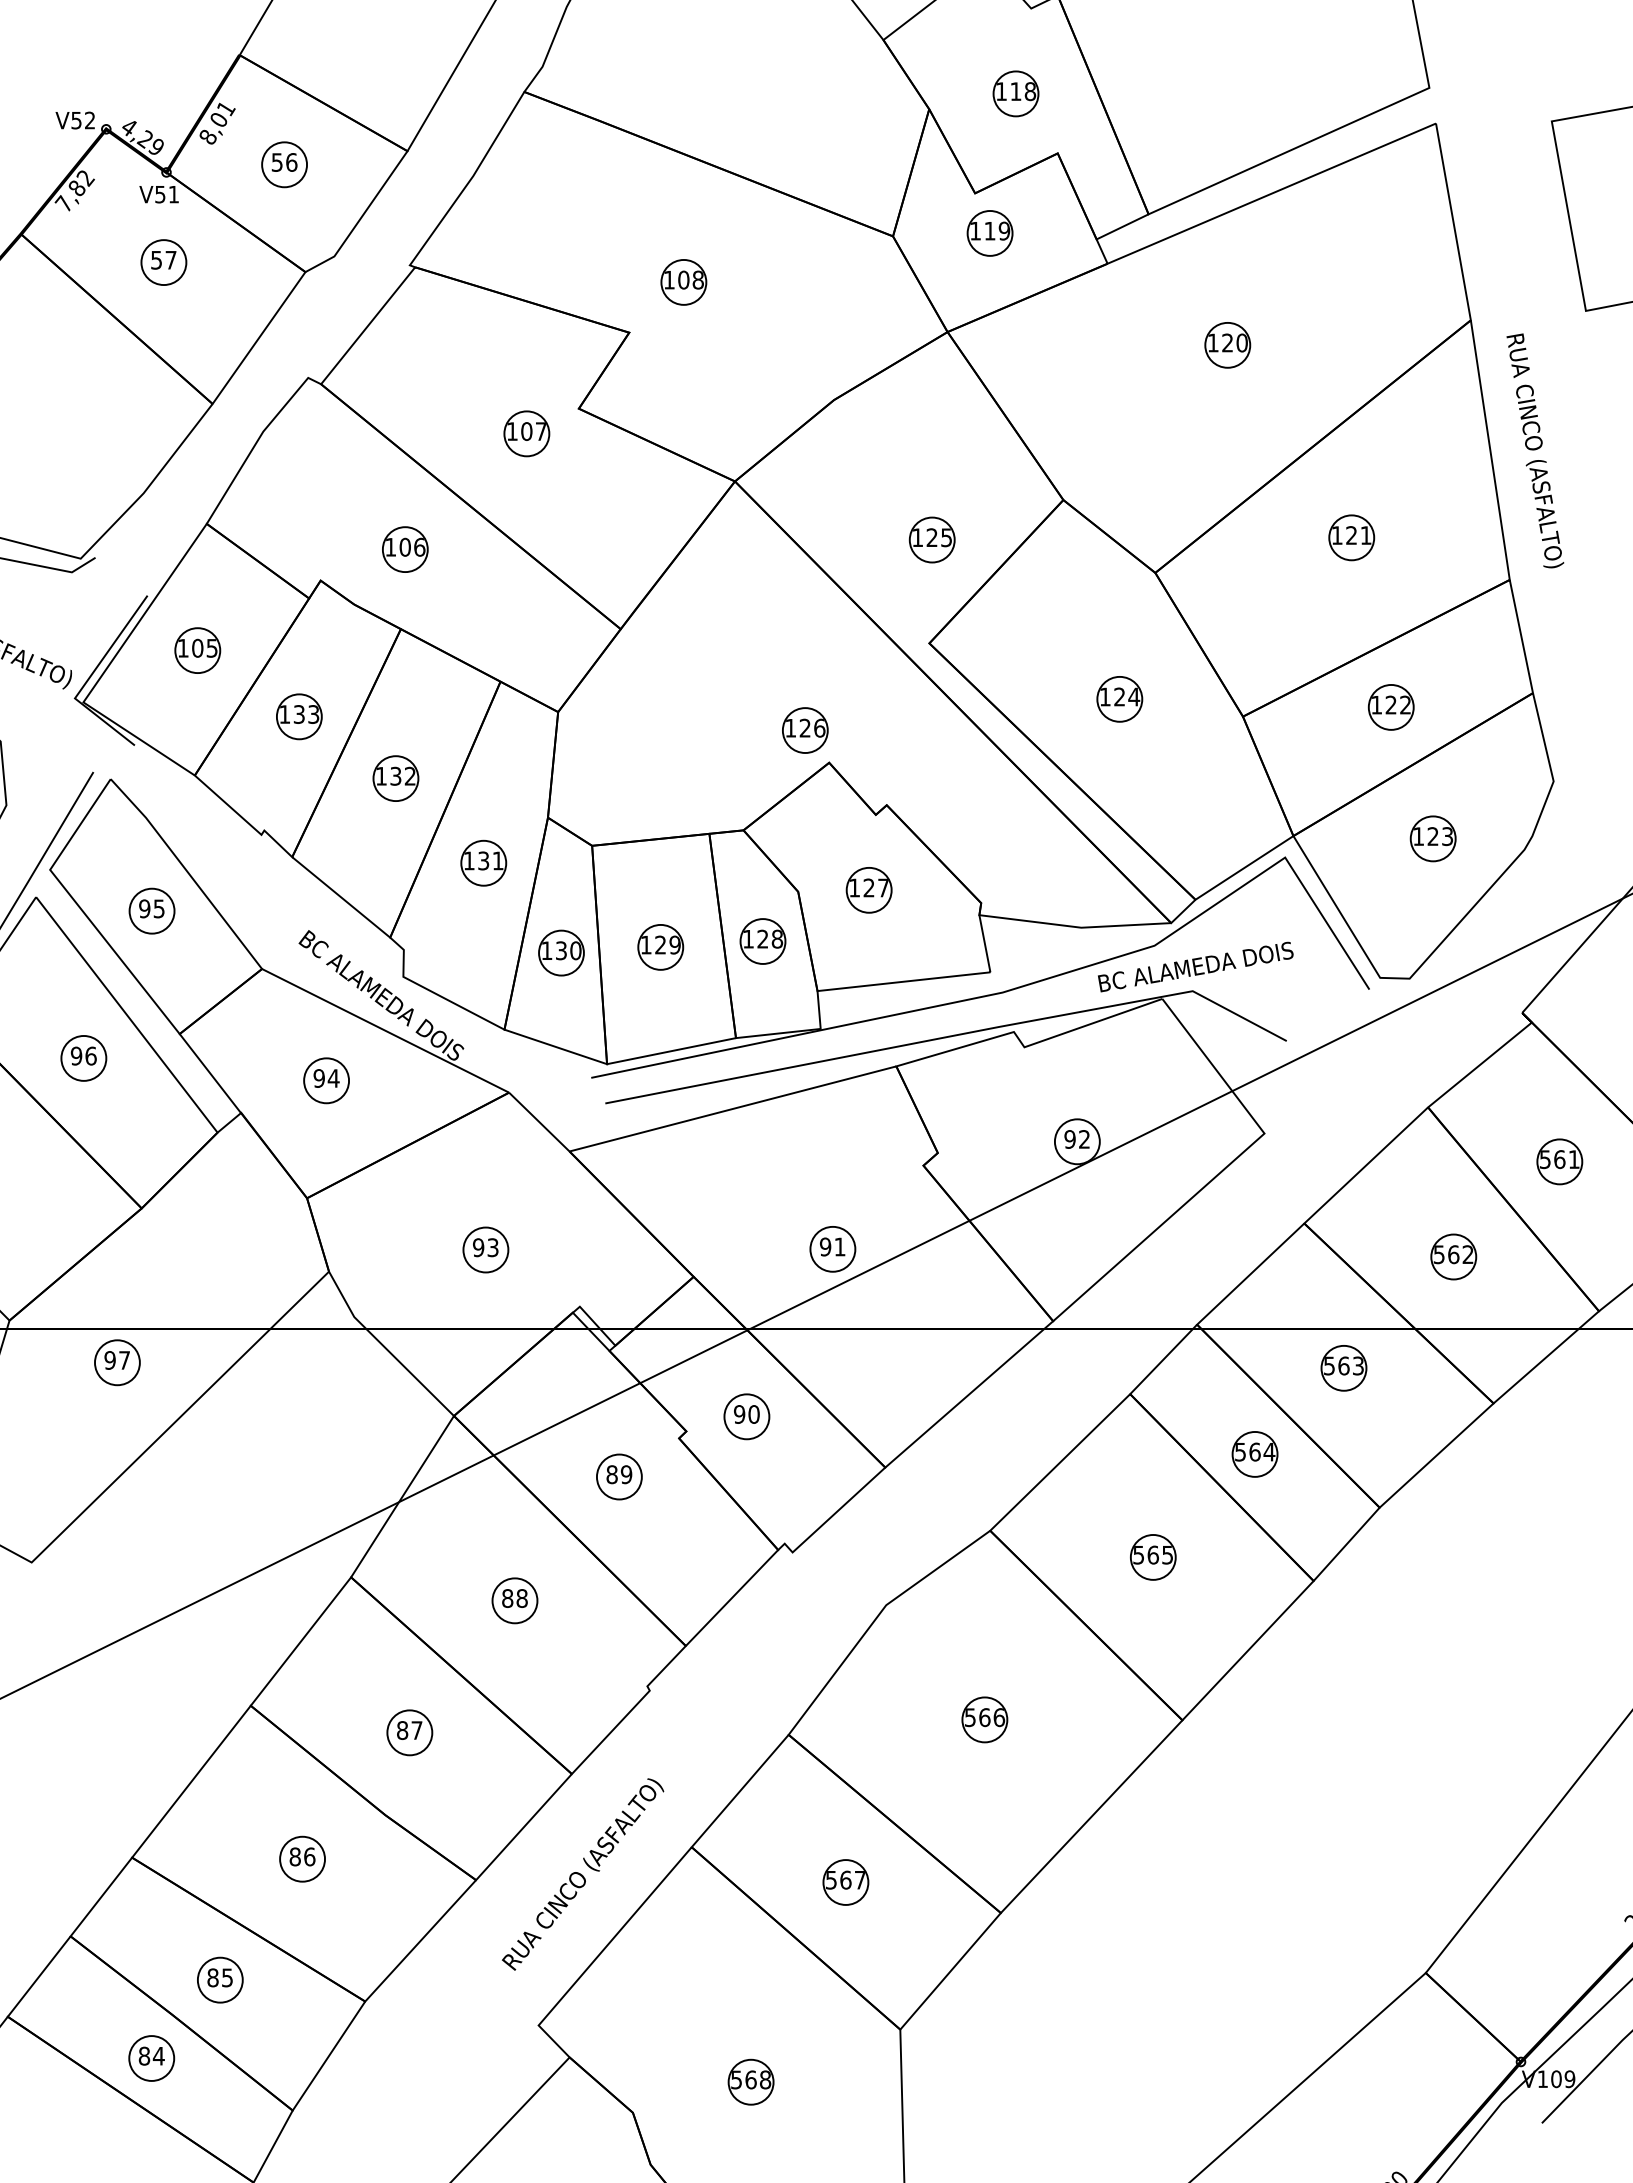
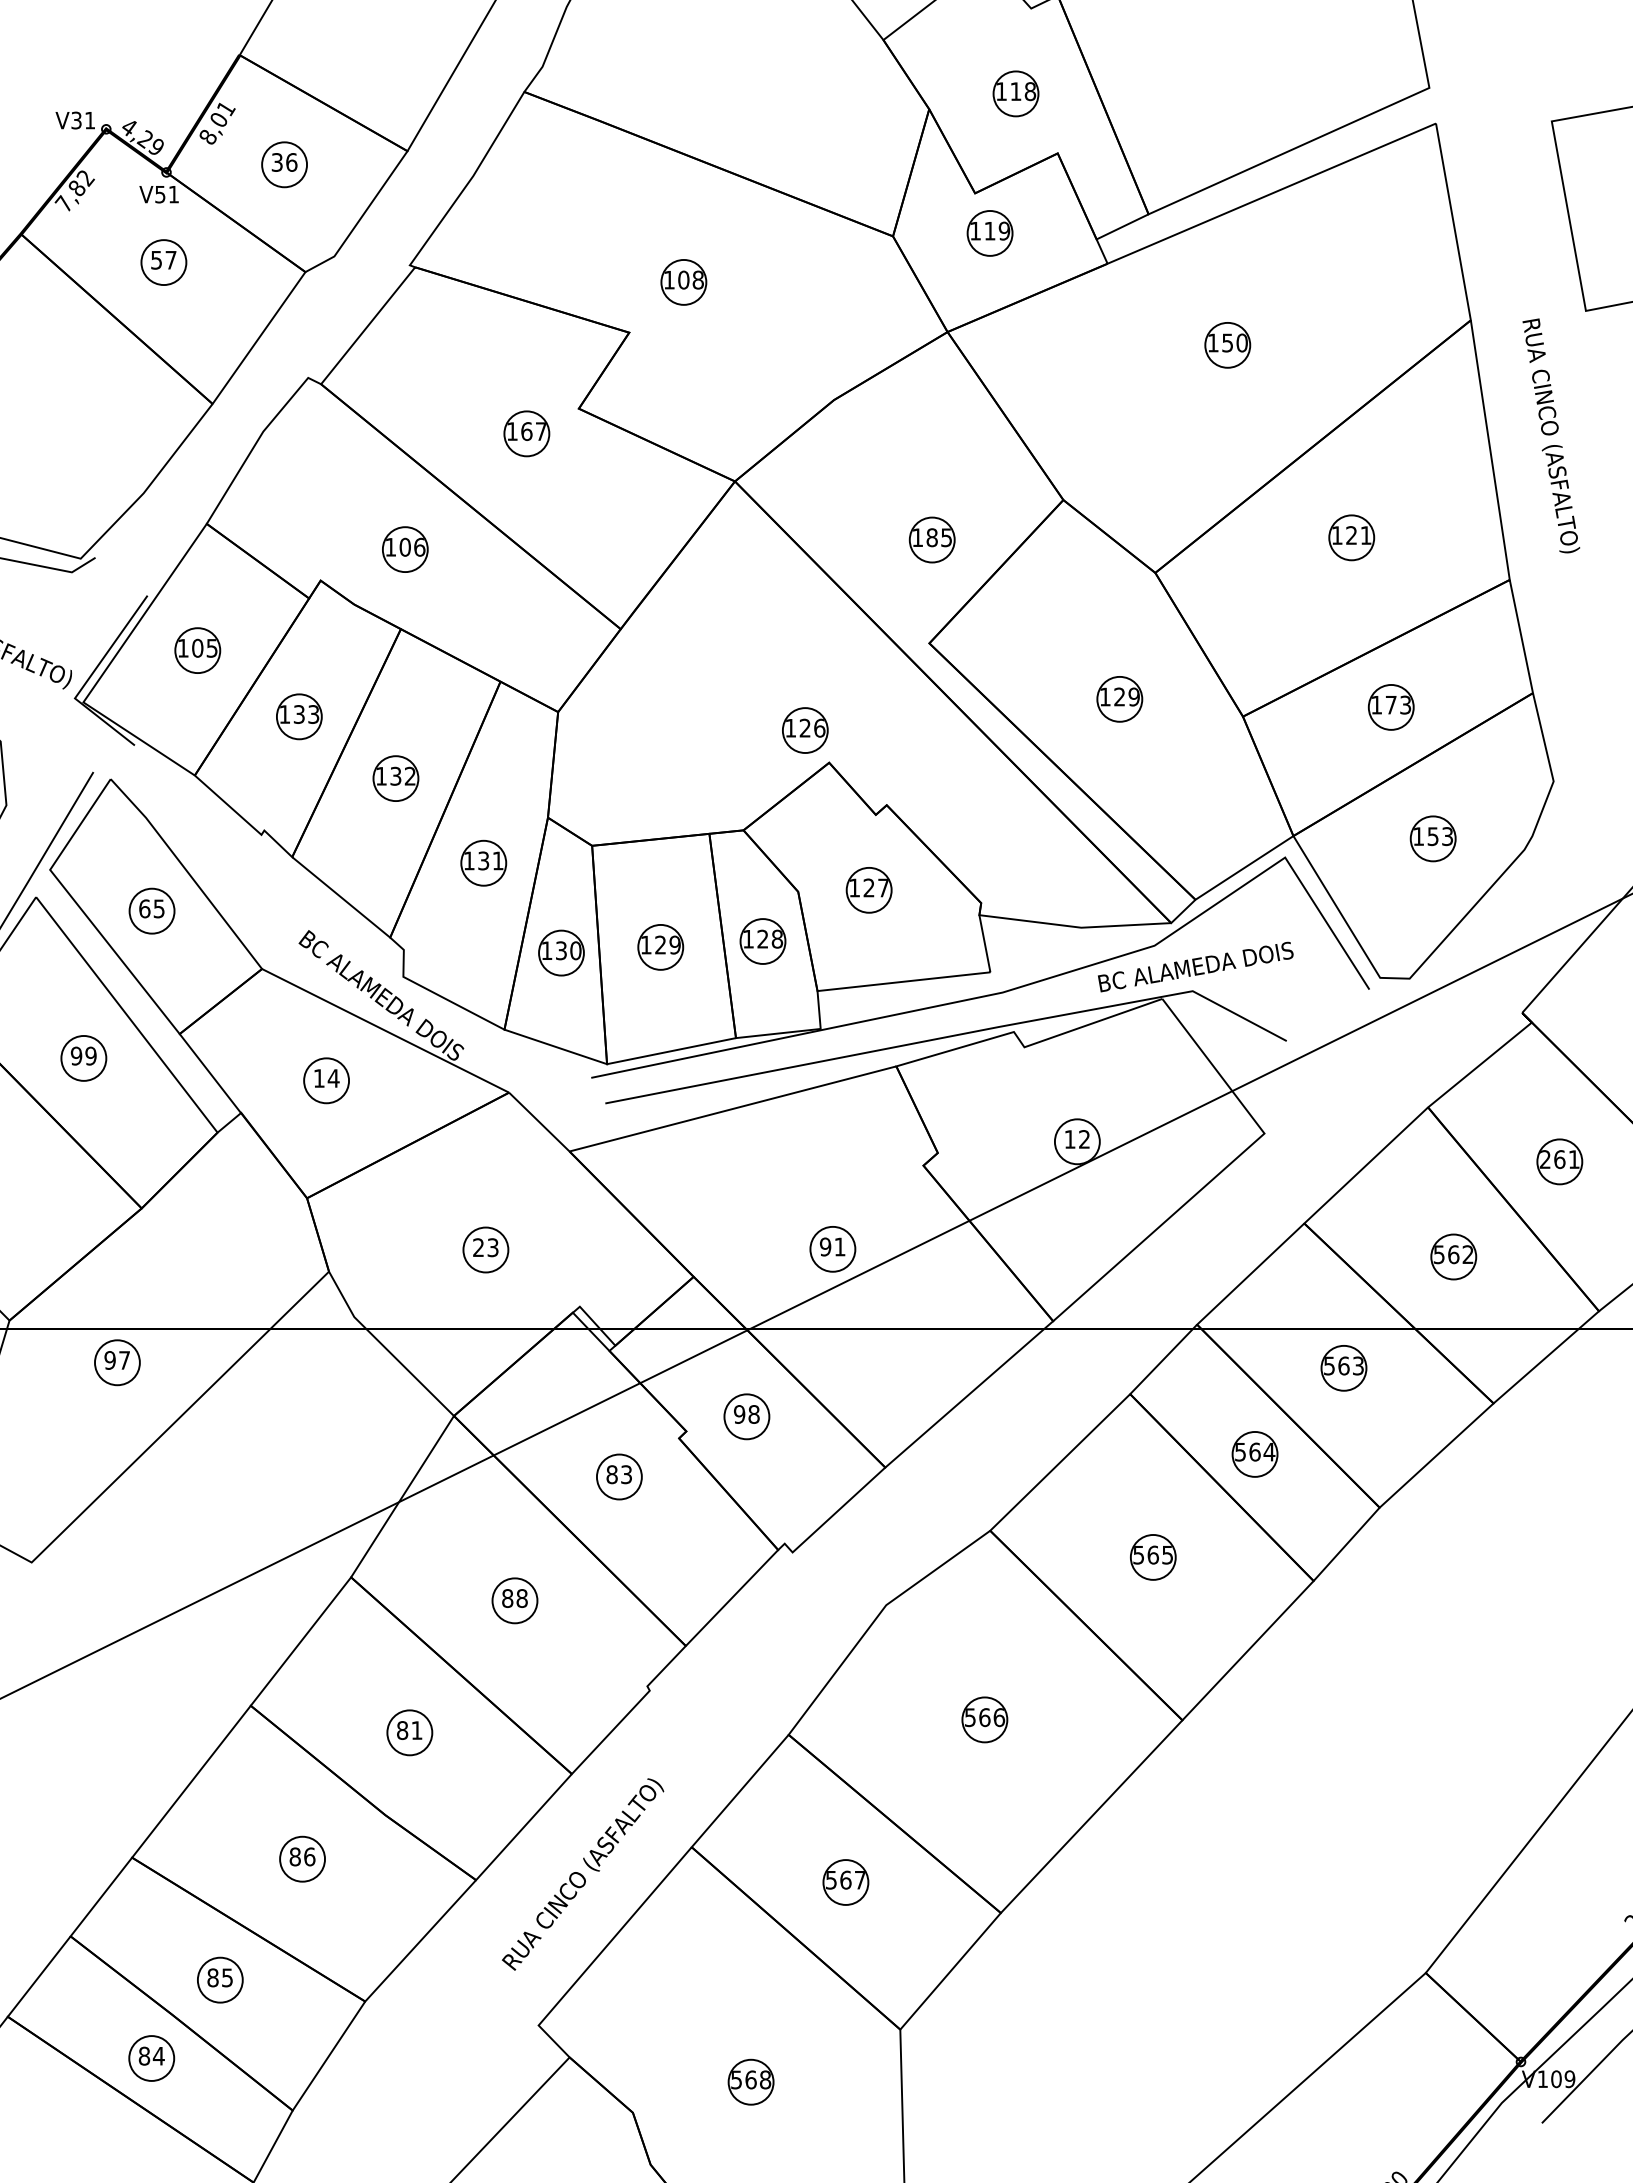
text at (83, 120): V52 -> V31
text at (277, 162): 56 -> 36
text at (1227, 342): 120 -> 150
text at (526, 431): 107 -> 167
text at (1535, 450) position: (1535, 450) -> (1551, 435)
text at (931, 537): 125 -> 185
text at (1134, 696): 124 -> 129
text at (1398, 704): 122 -> 173
text at (1432, 836): 123 -> 153
text at (144, 908): 95 -> 65
text at (90, 1055): 96 -> 99
text at (318, 1078): 94 -> 14
text at (1069, 1139): 92 -> 12
text at (1545, 1159): 561 -> 261
text at (478, 1247): 93 -> 23
text at (753, 1414): 90 -> 98
text at (626, 1474): 89 -> 83
text at (416, 1730): 87 -> 81
